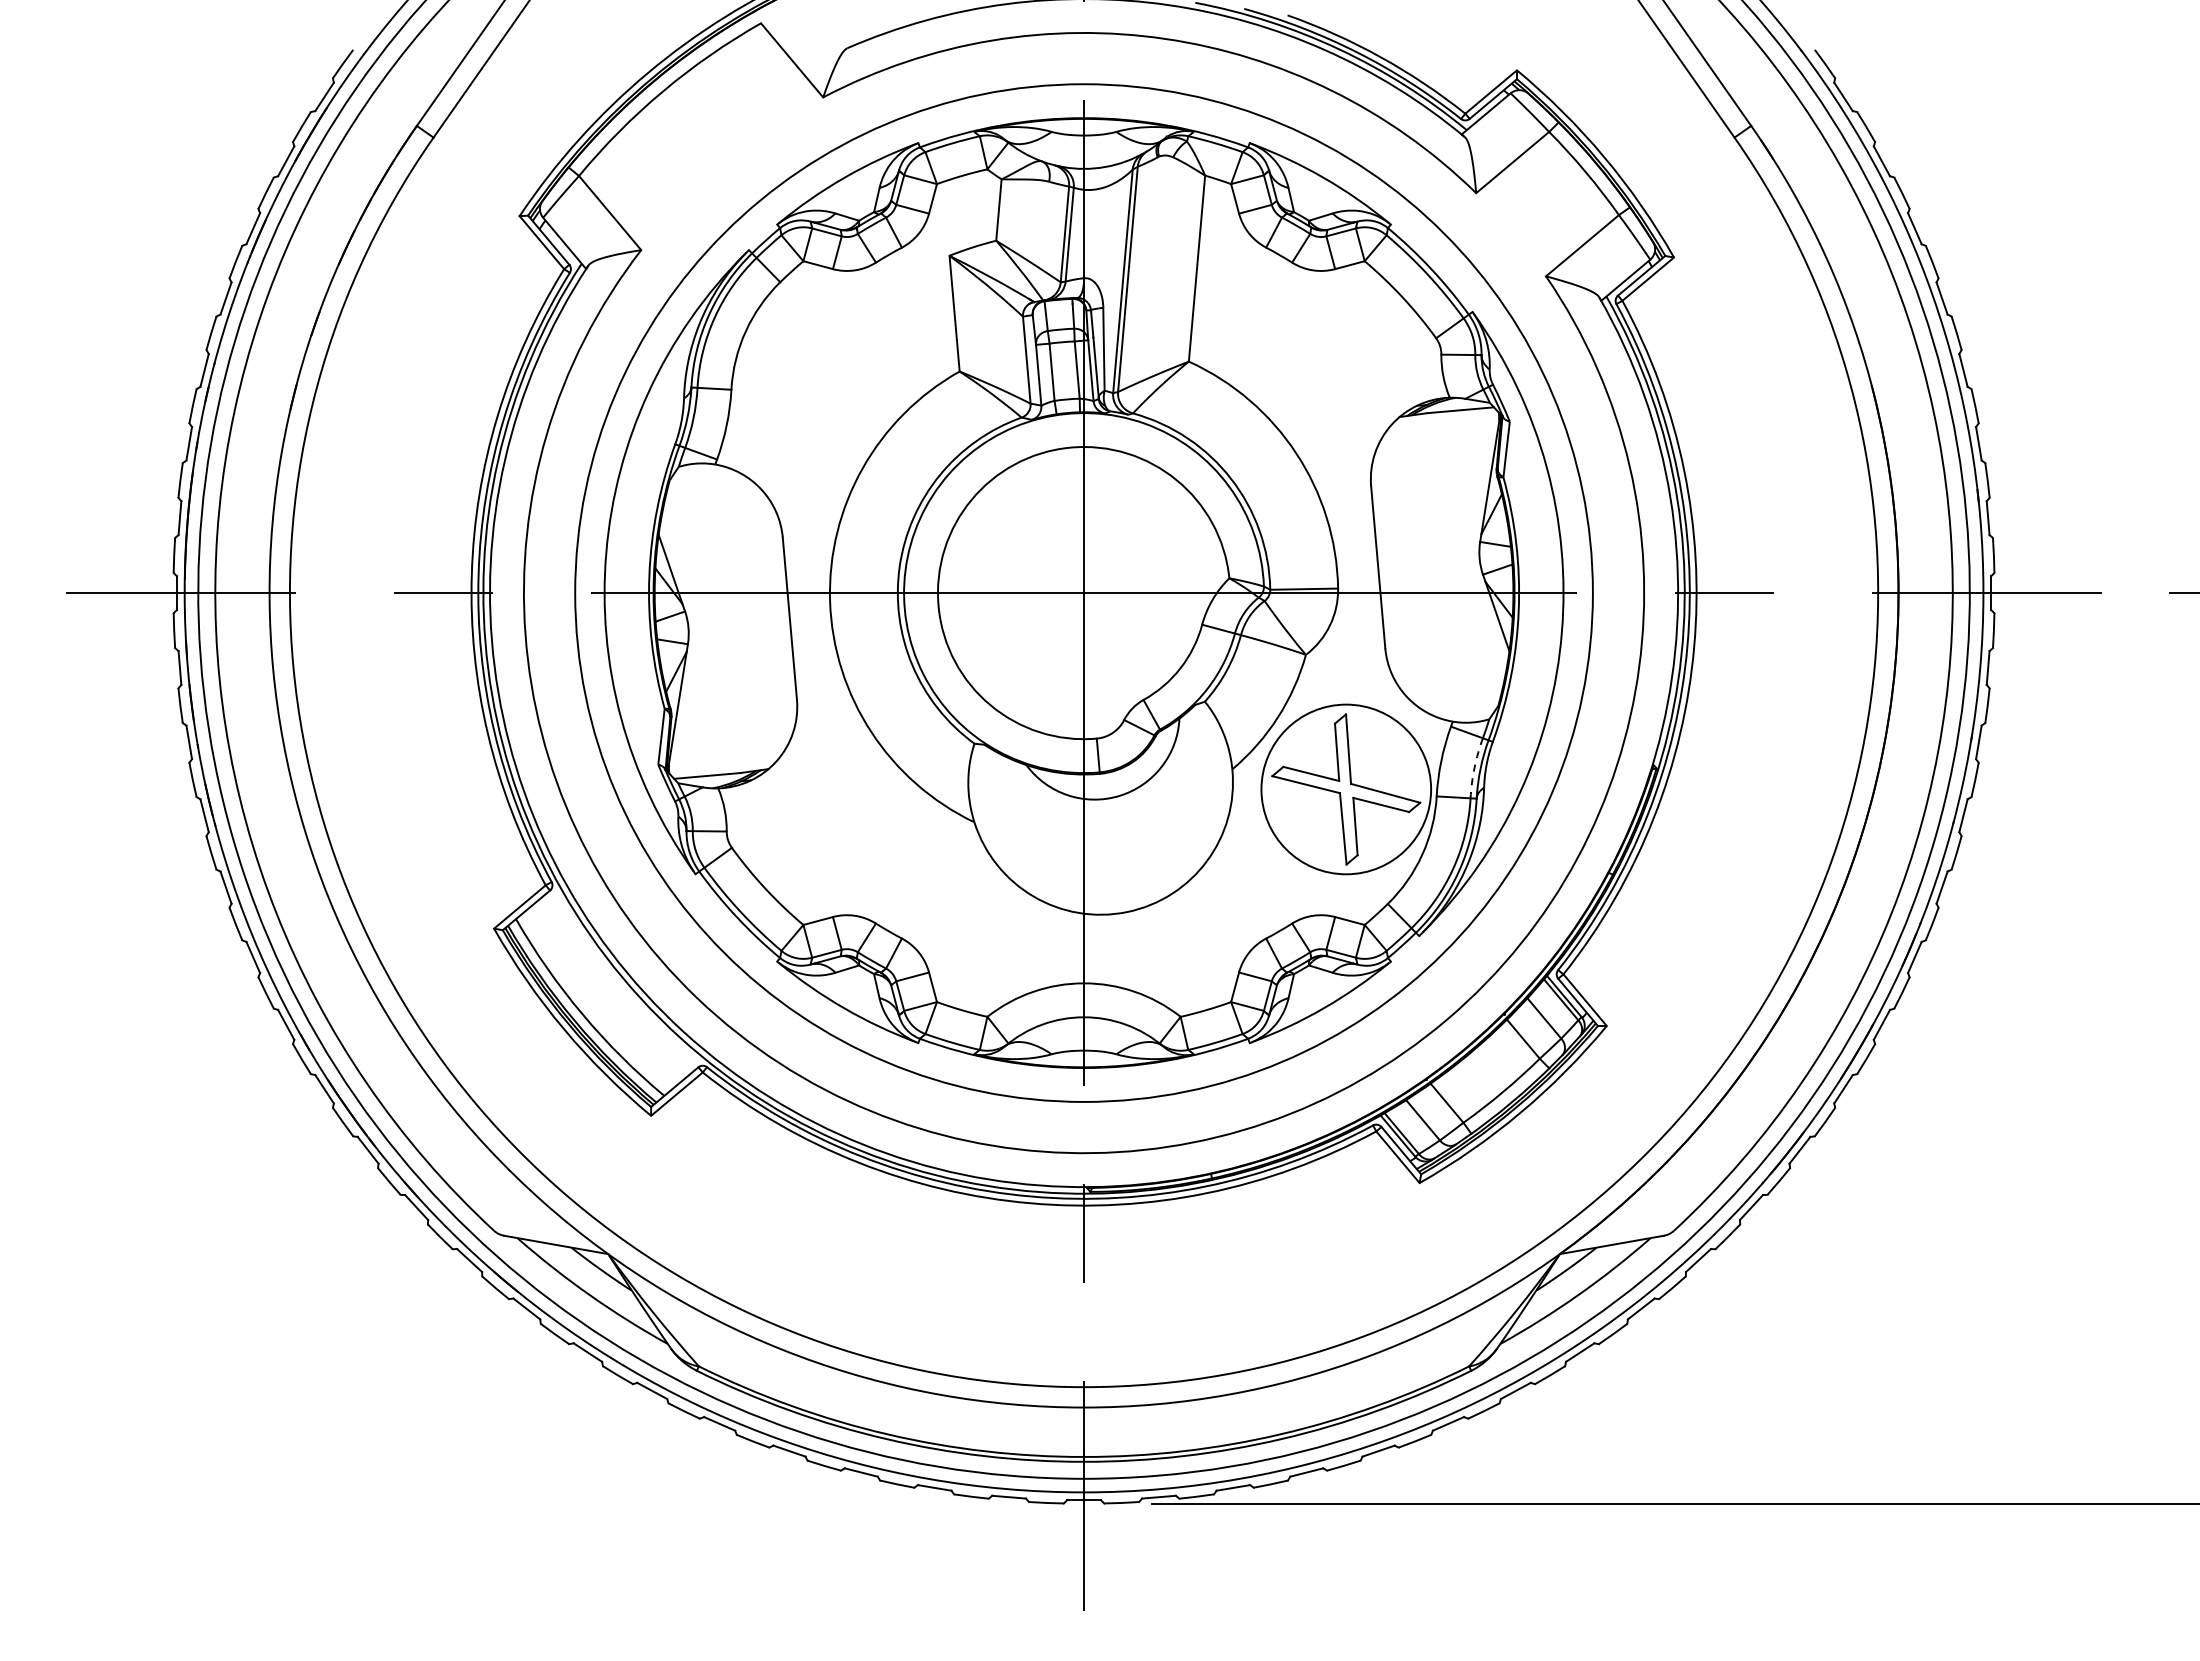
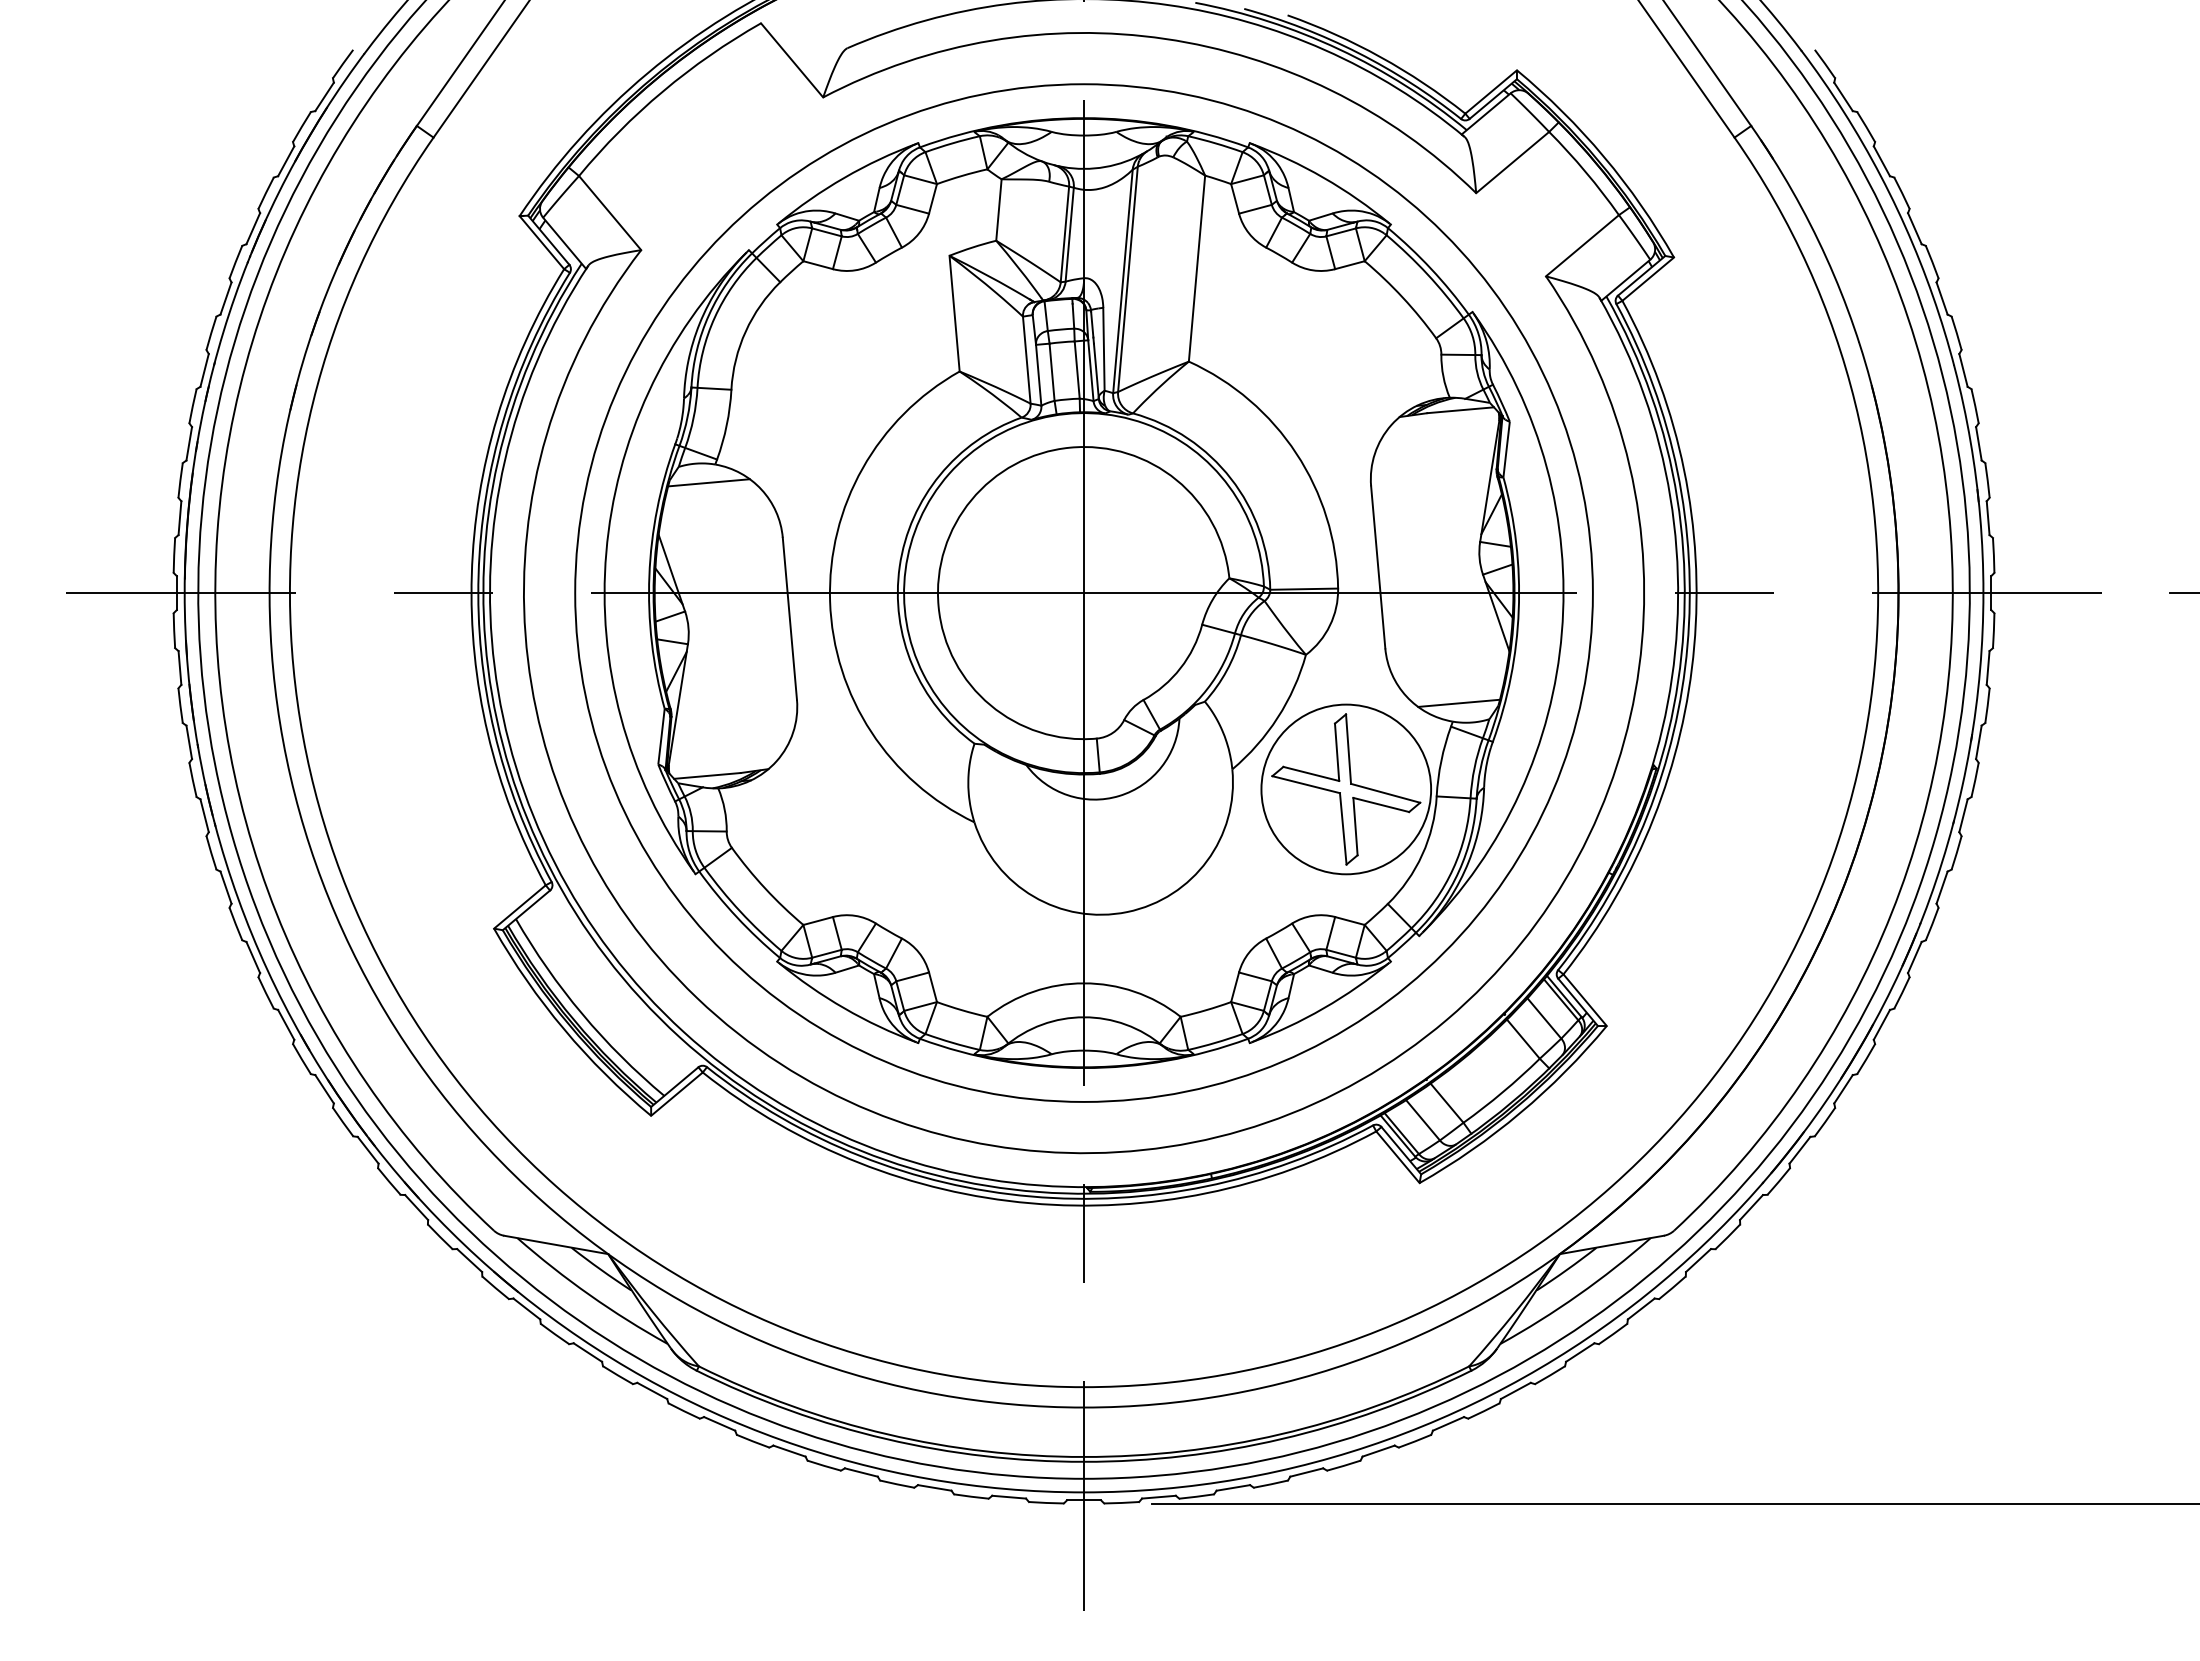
line at (708, 482): none -> present
line at (1458, 702): none -> present
arc at (1474, 767): dashed -> solid
